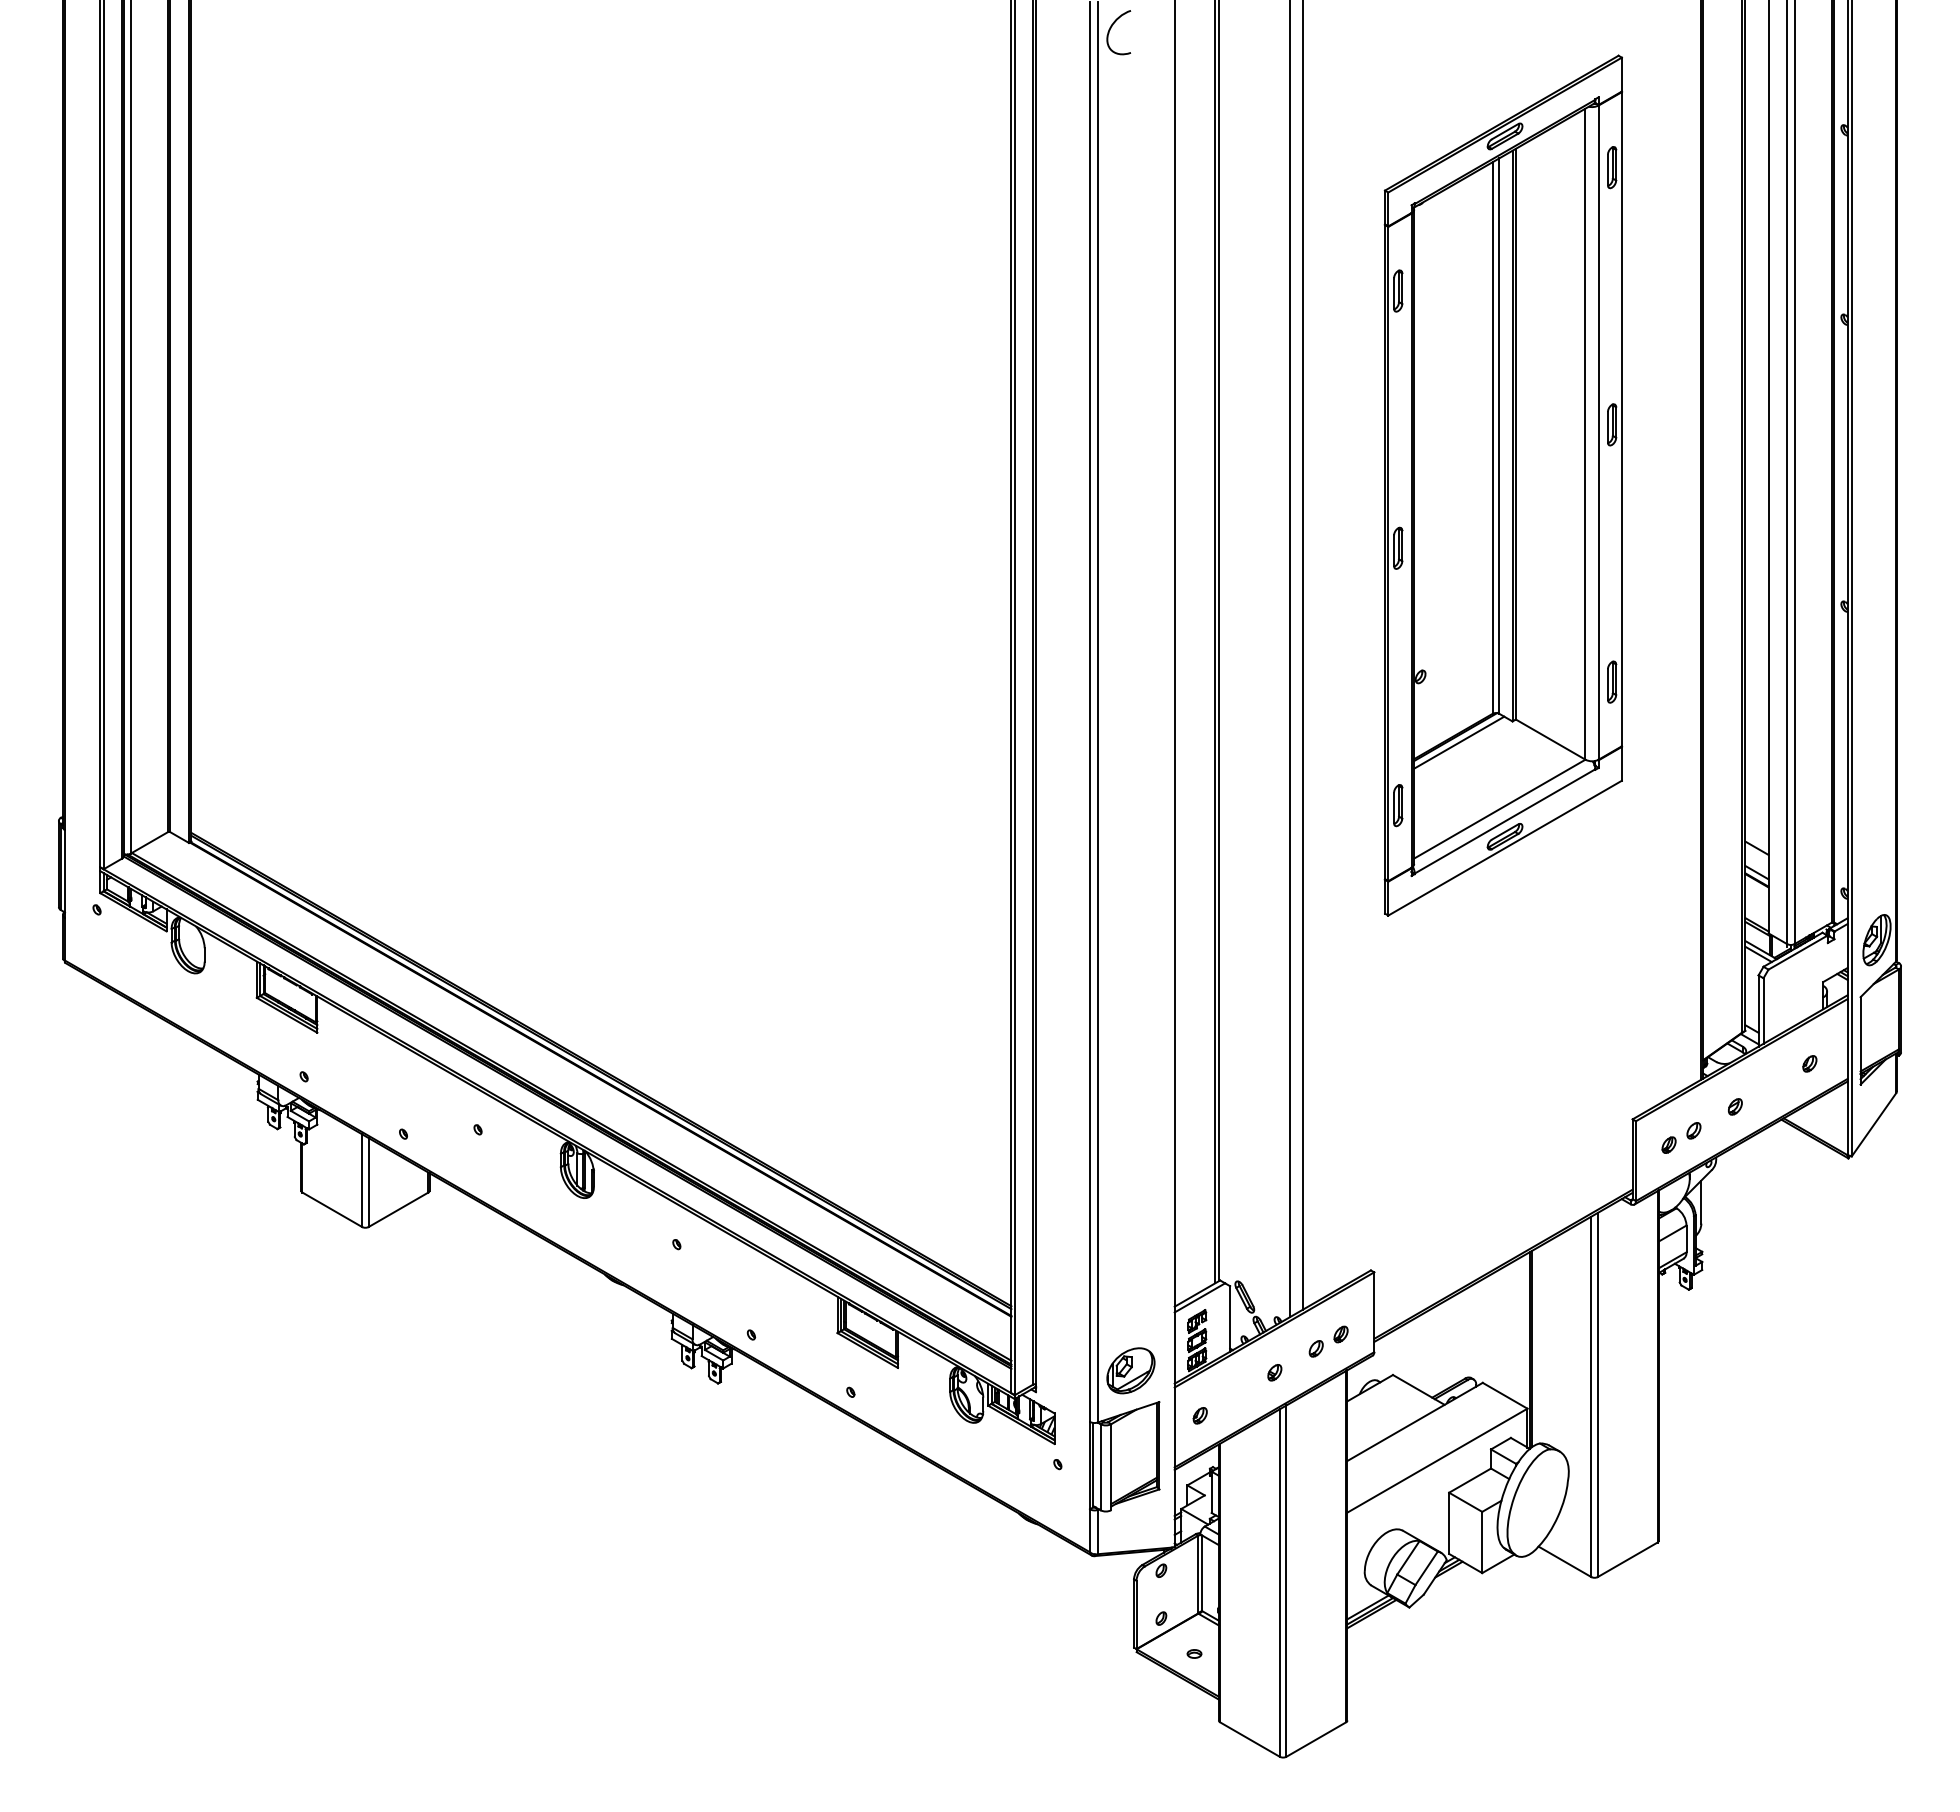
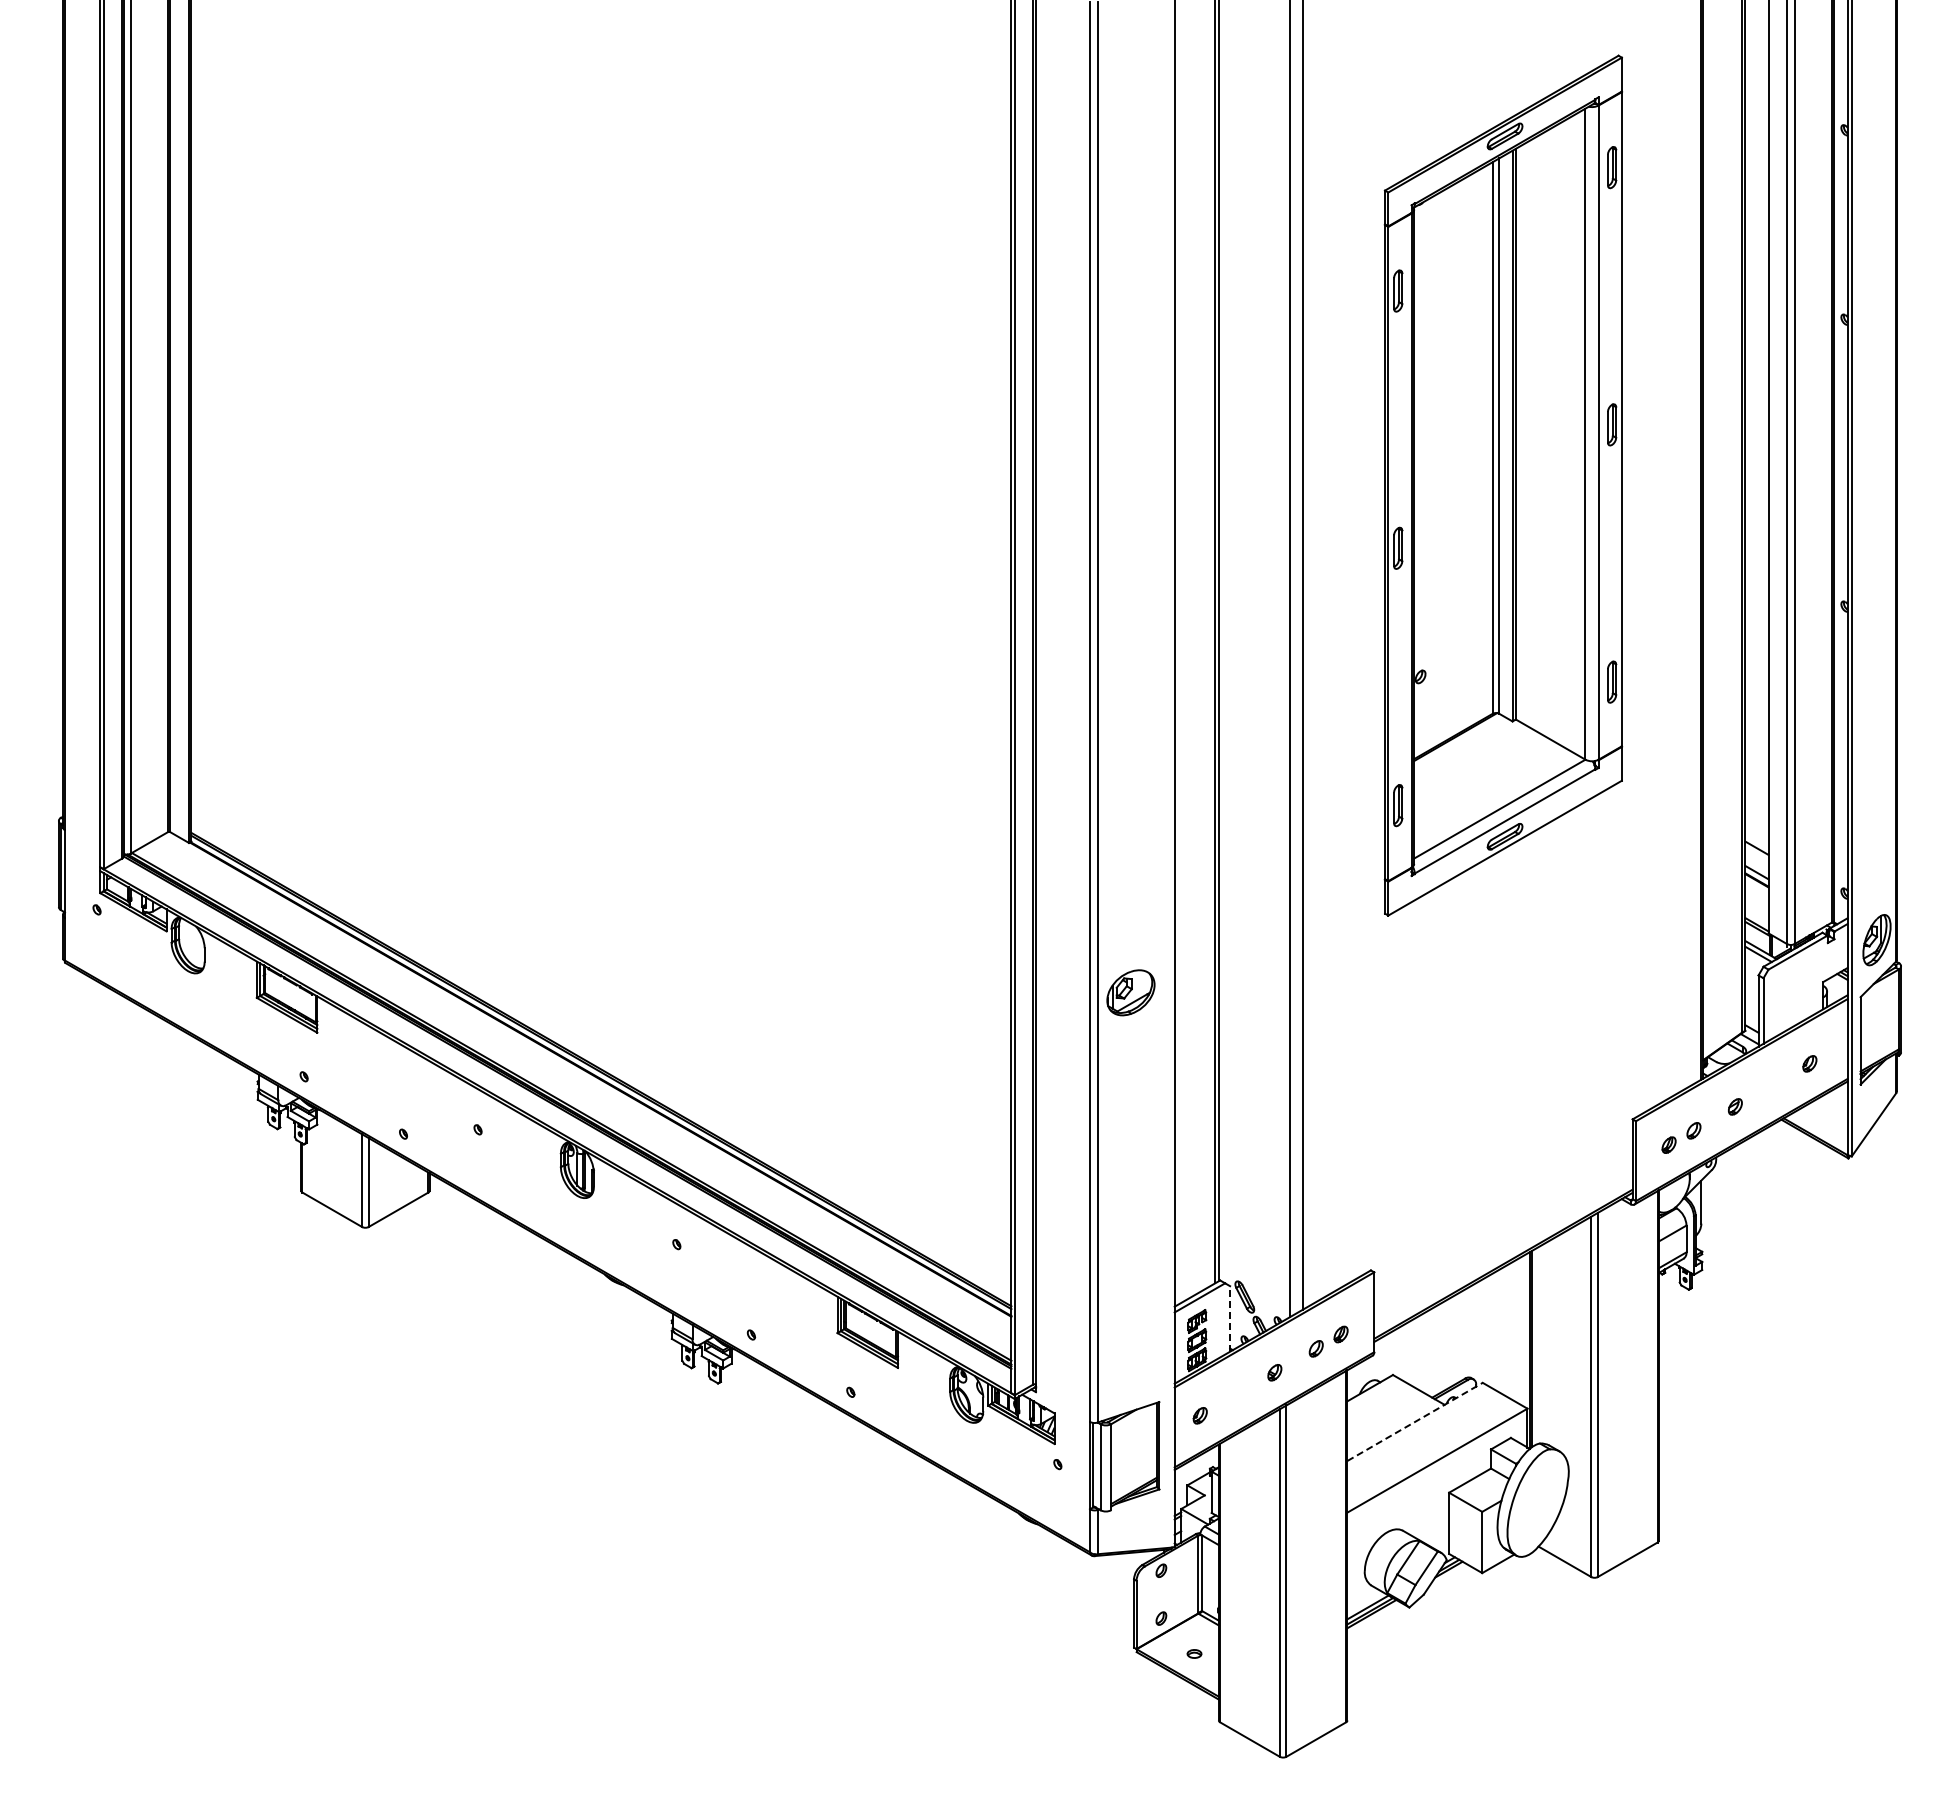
curve at (1111, 28): present -> none
line at (1459, 742): present -> none
line at (1230, 1318): solid -> dashed
part at (1130, 1370) position: (1130, 1370) -> (1130, 992)
line at (1415, 1421): solid -> dashed
